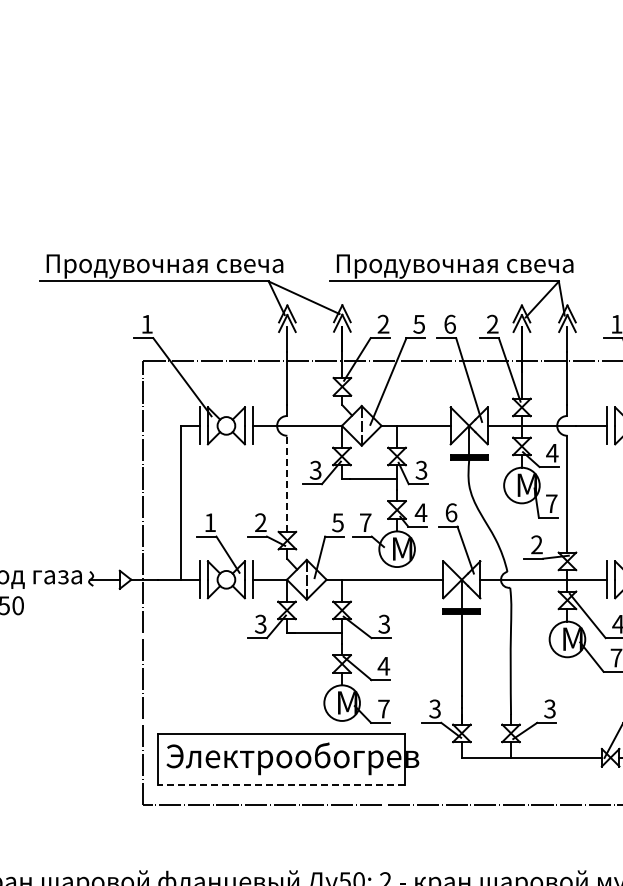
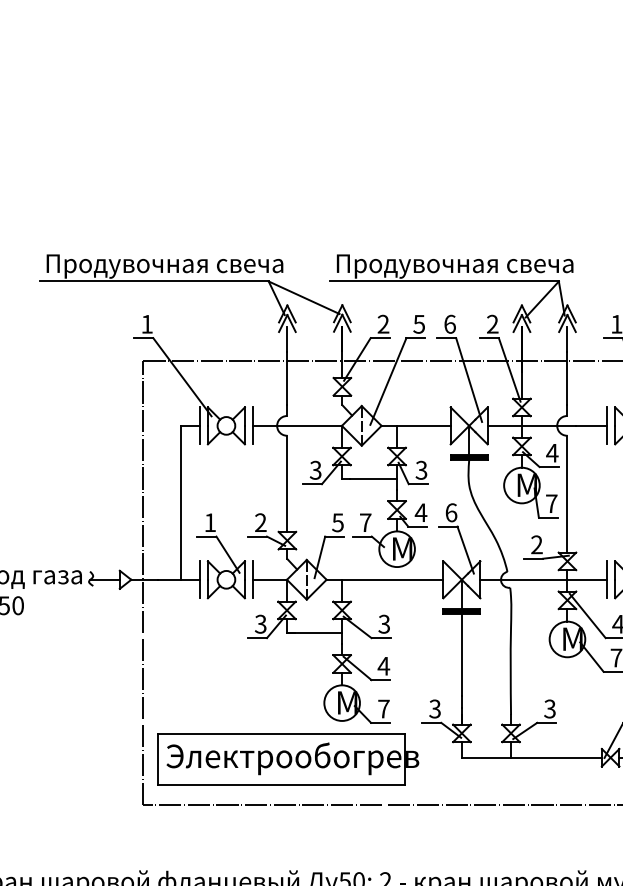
line at (287, 483): dashed -> solid
line at (280, 784): dashed -> solid
